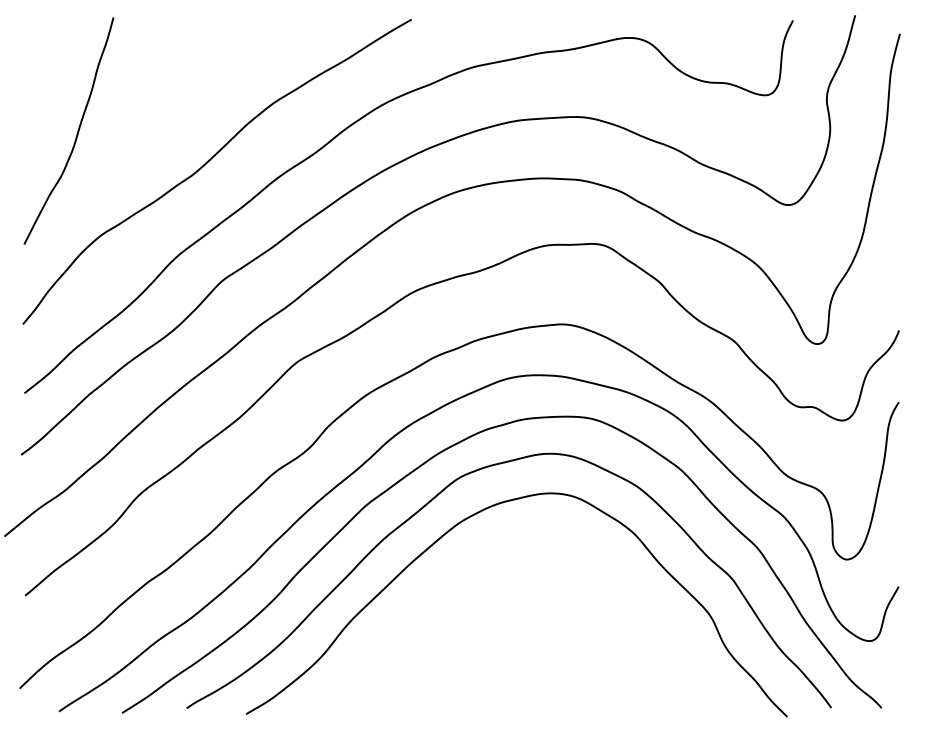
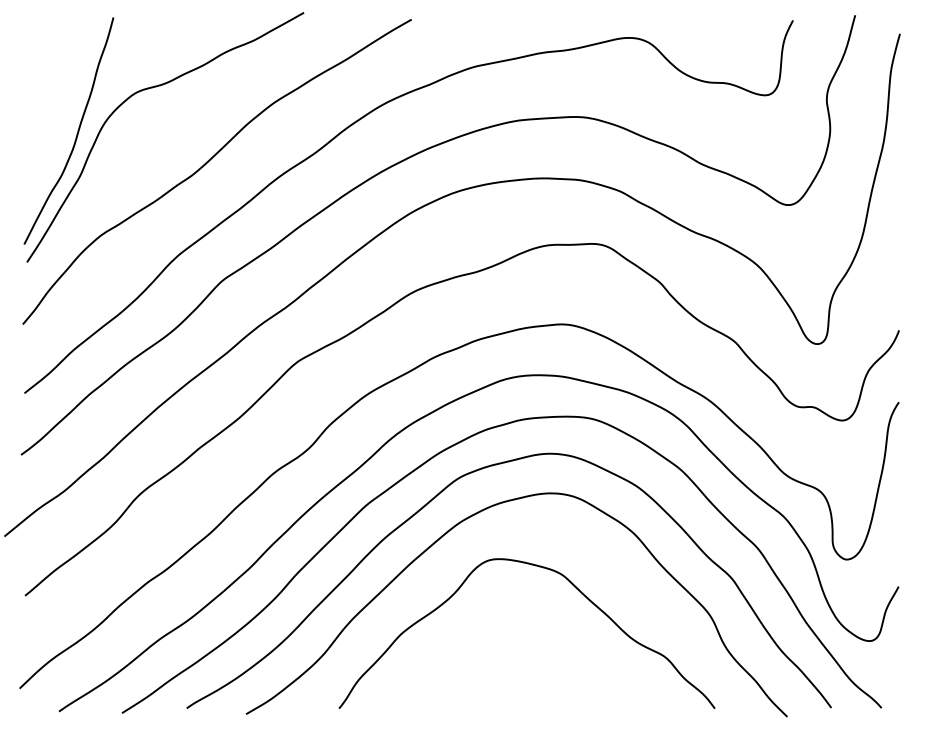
curve at (152, 88): none -> present
curve at (573, 586): none -> present
